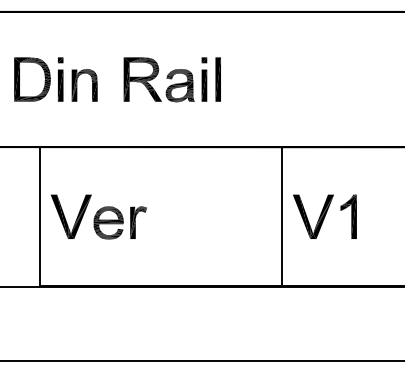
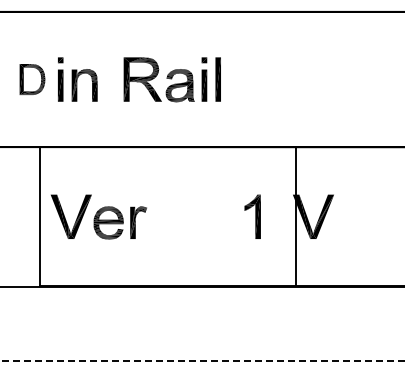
part at (32, 79) size: 37x45 px -> 27x31 px
line at (281, 216) position: (281, 216) -> (295, 216)
part at (348, 216) position: (348, 216) -> (252, 216)
line at (203, 360): solid -> dashed
